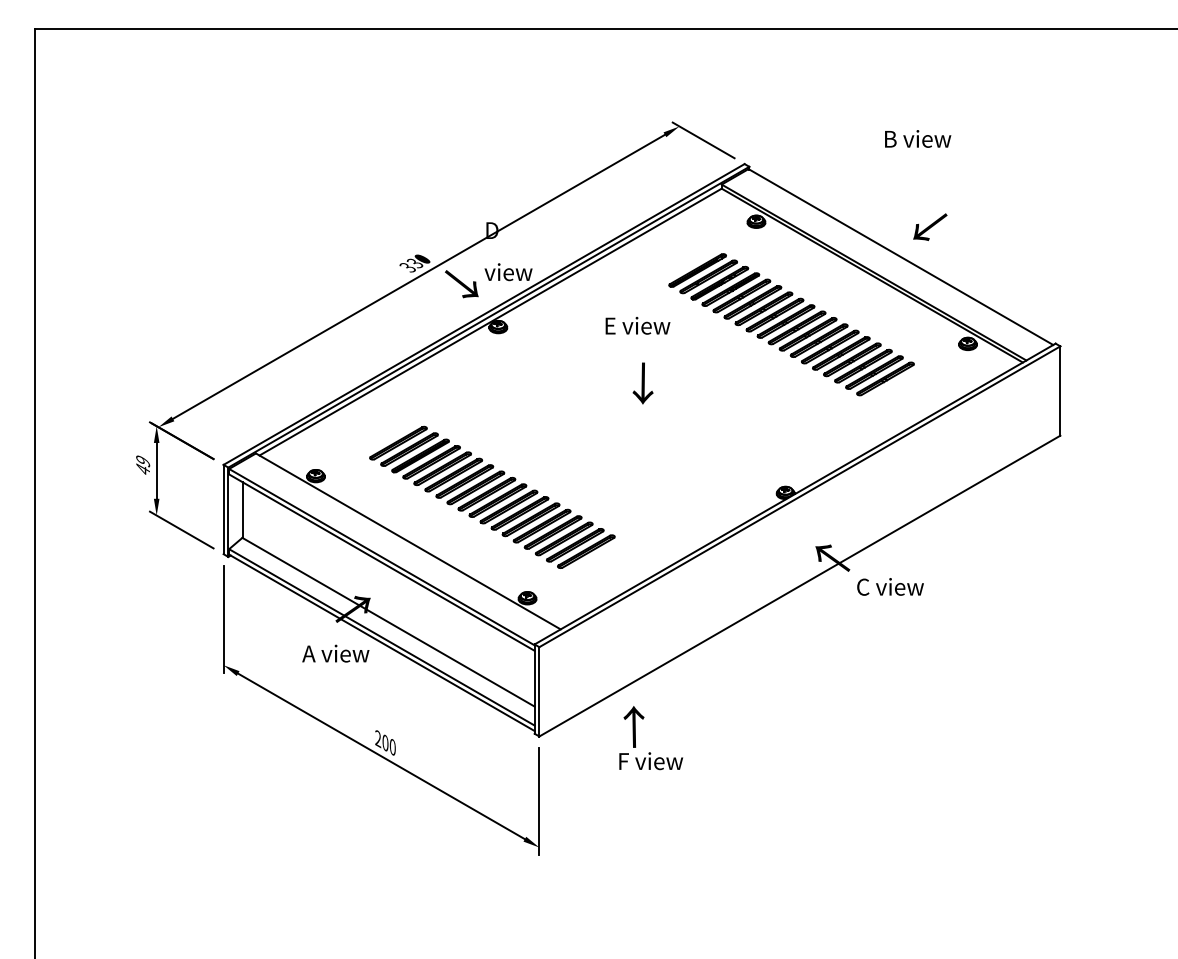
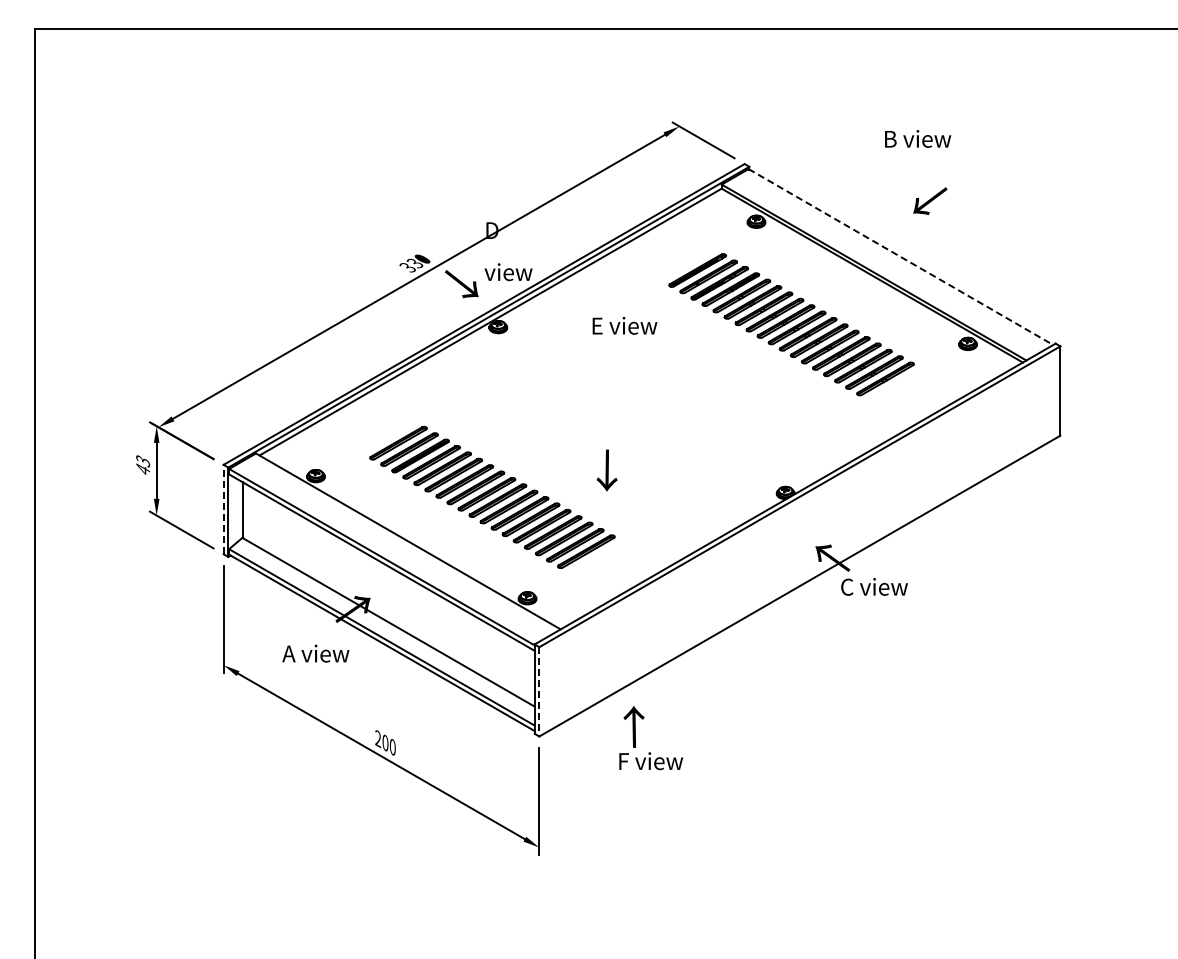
text at (930, 226) position: (930, 226) -> (930, 200)
line at (900, 257): solid -> dashed
text at (637, 325) position: (637, 325) -> (624, 325)
text at (642, 383) position: (642, 383) -> (606, 470)
text at (143, 461): 49 -> 43
line at (223, 509): solid -> dashed
text at (890, 586) position: (890, 586) -> (874, 586)
text at (335, 653) position: (335, 653) -> (315, 653)
line at (539, 691): solid -> dashed
